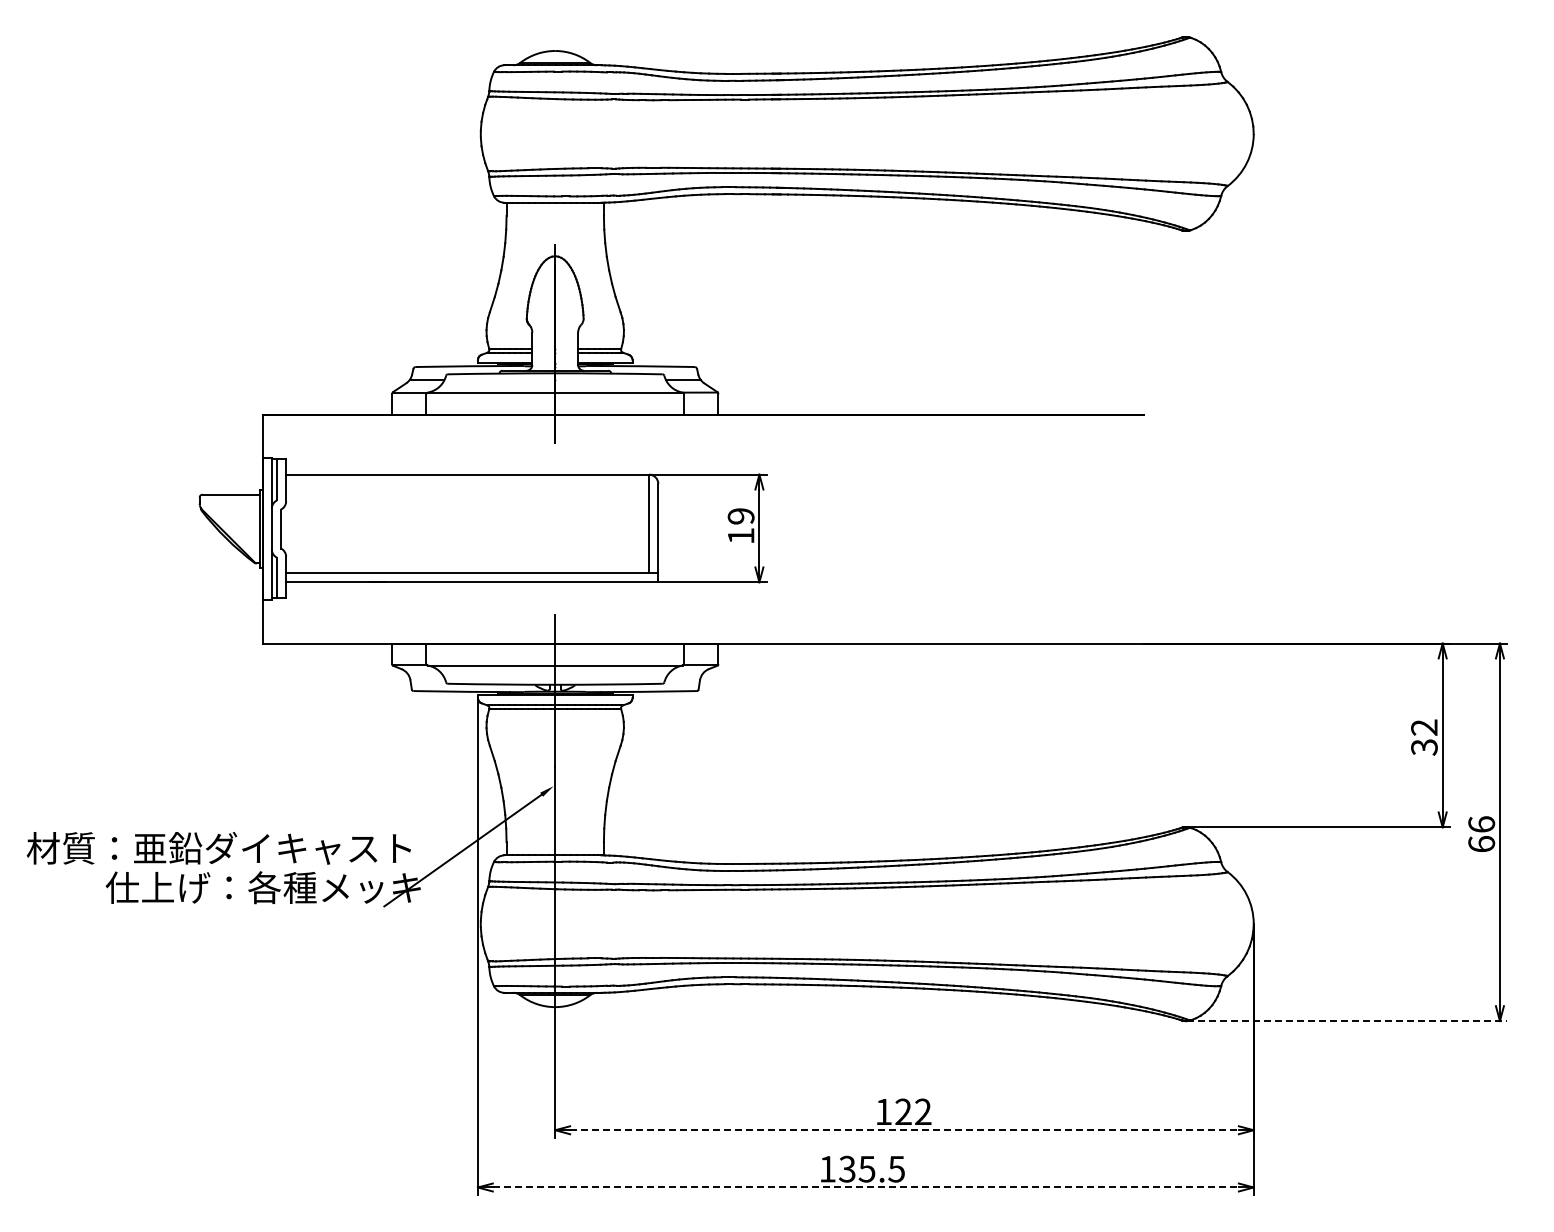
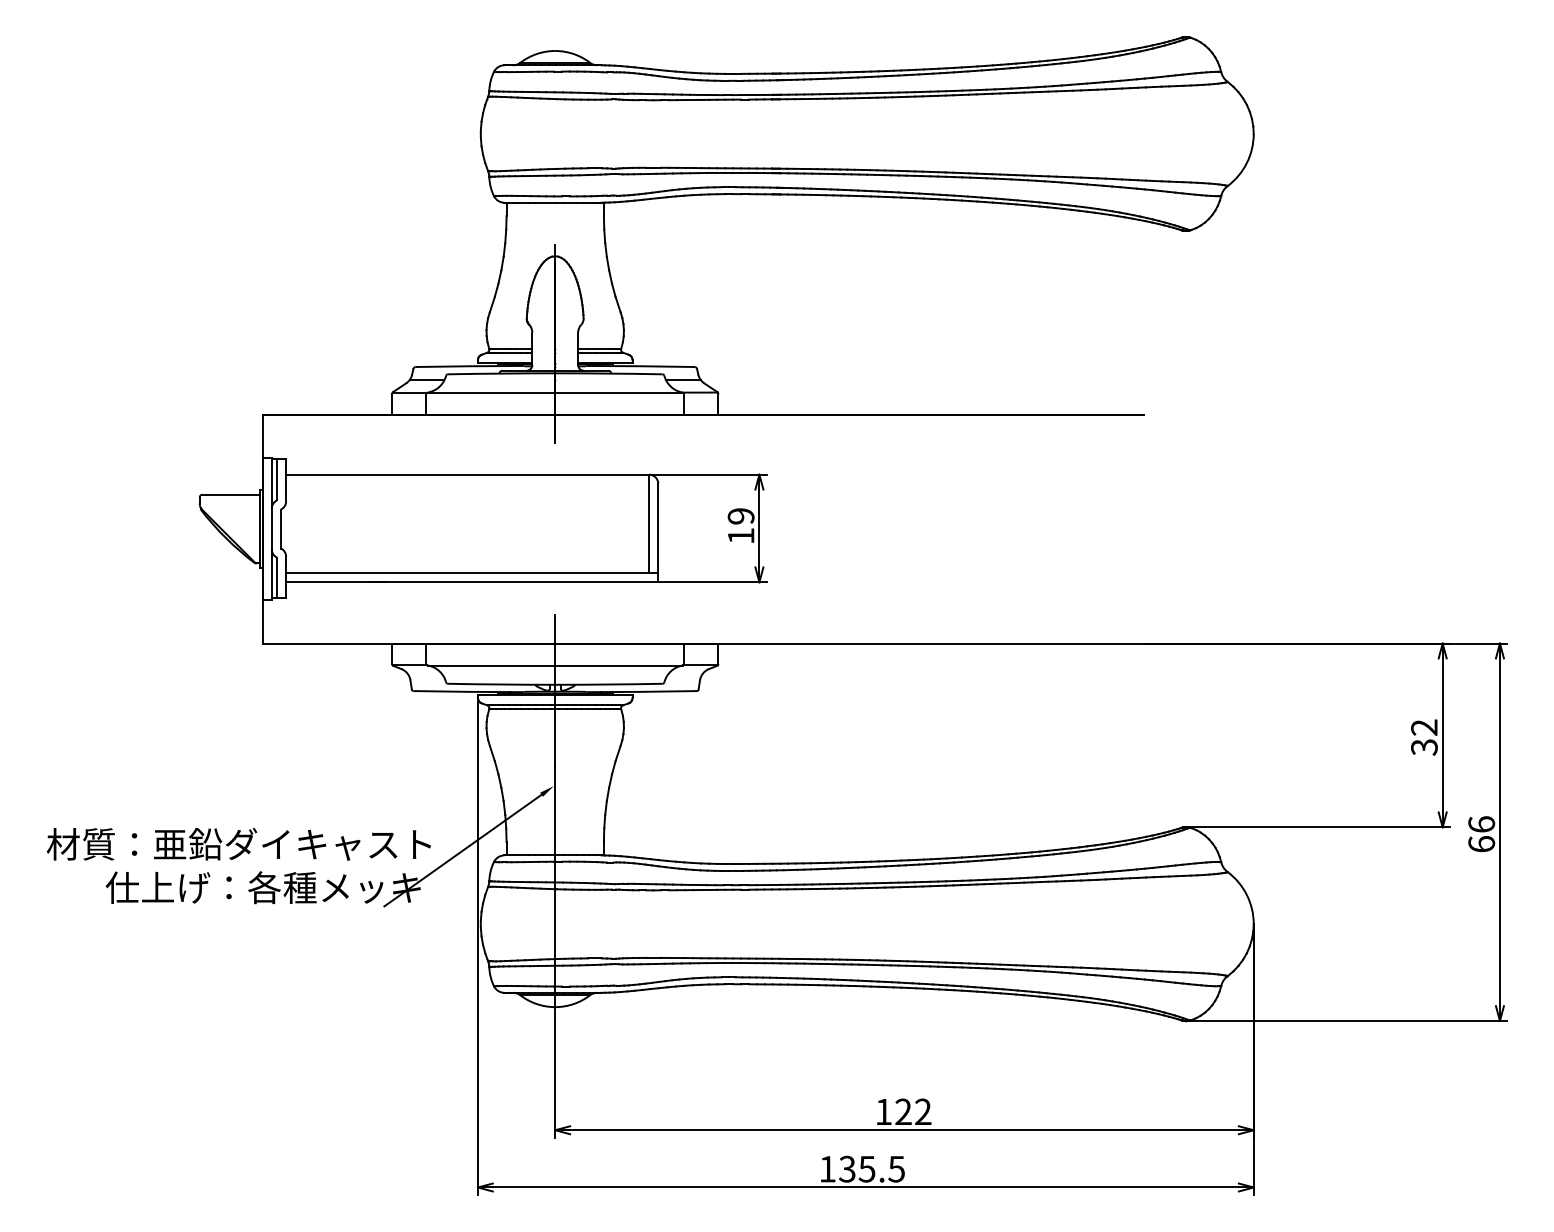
text at (218, 848) position: (218, 848) -> (238, 844)
line at (1347, 1021): dashed -> solid
line at (905, 1130): dashed -> solid
line at (866, 1187): dashed -> solid
